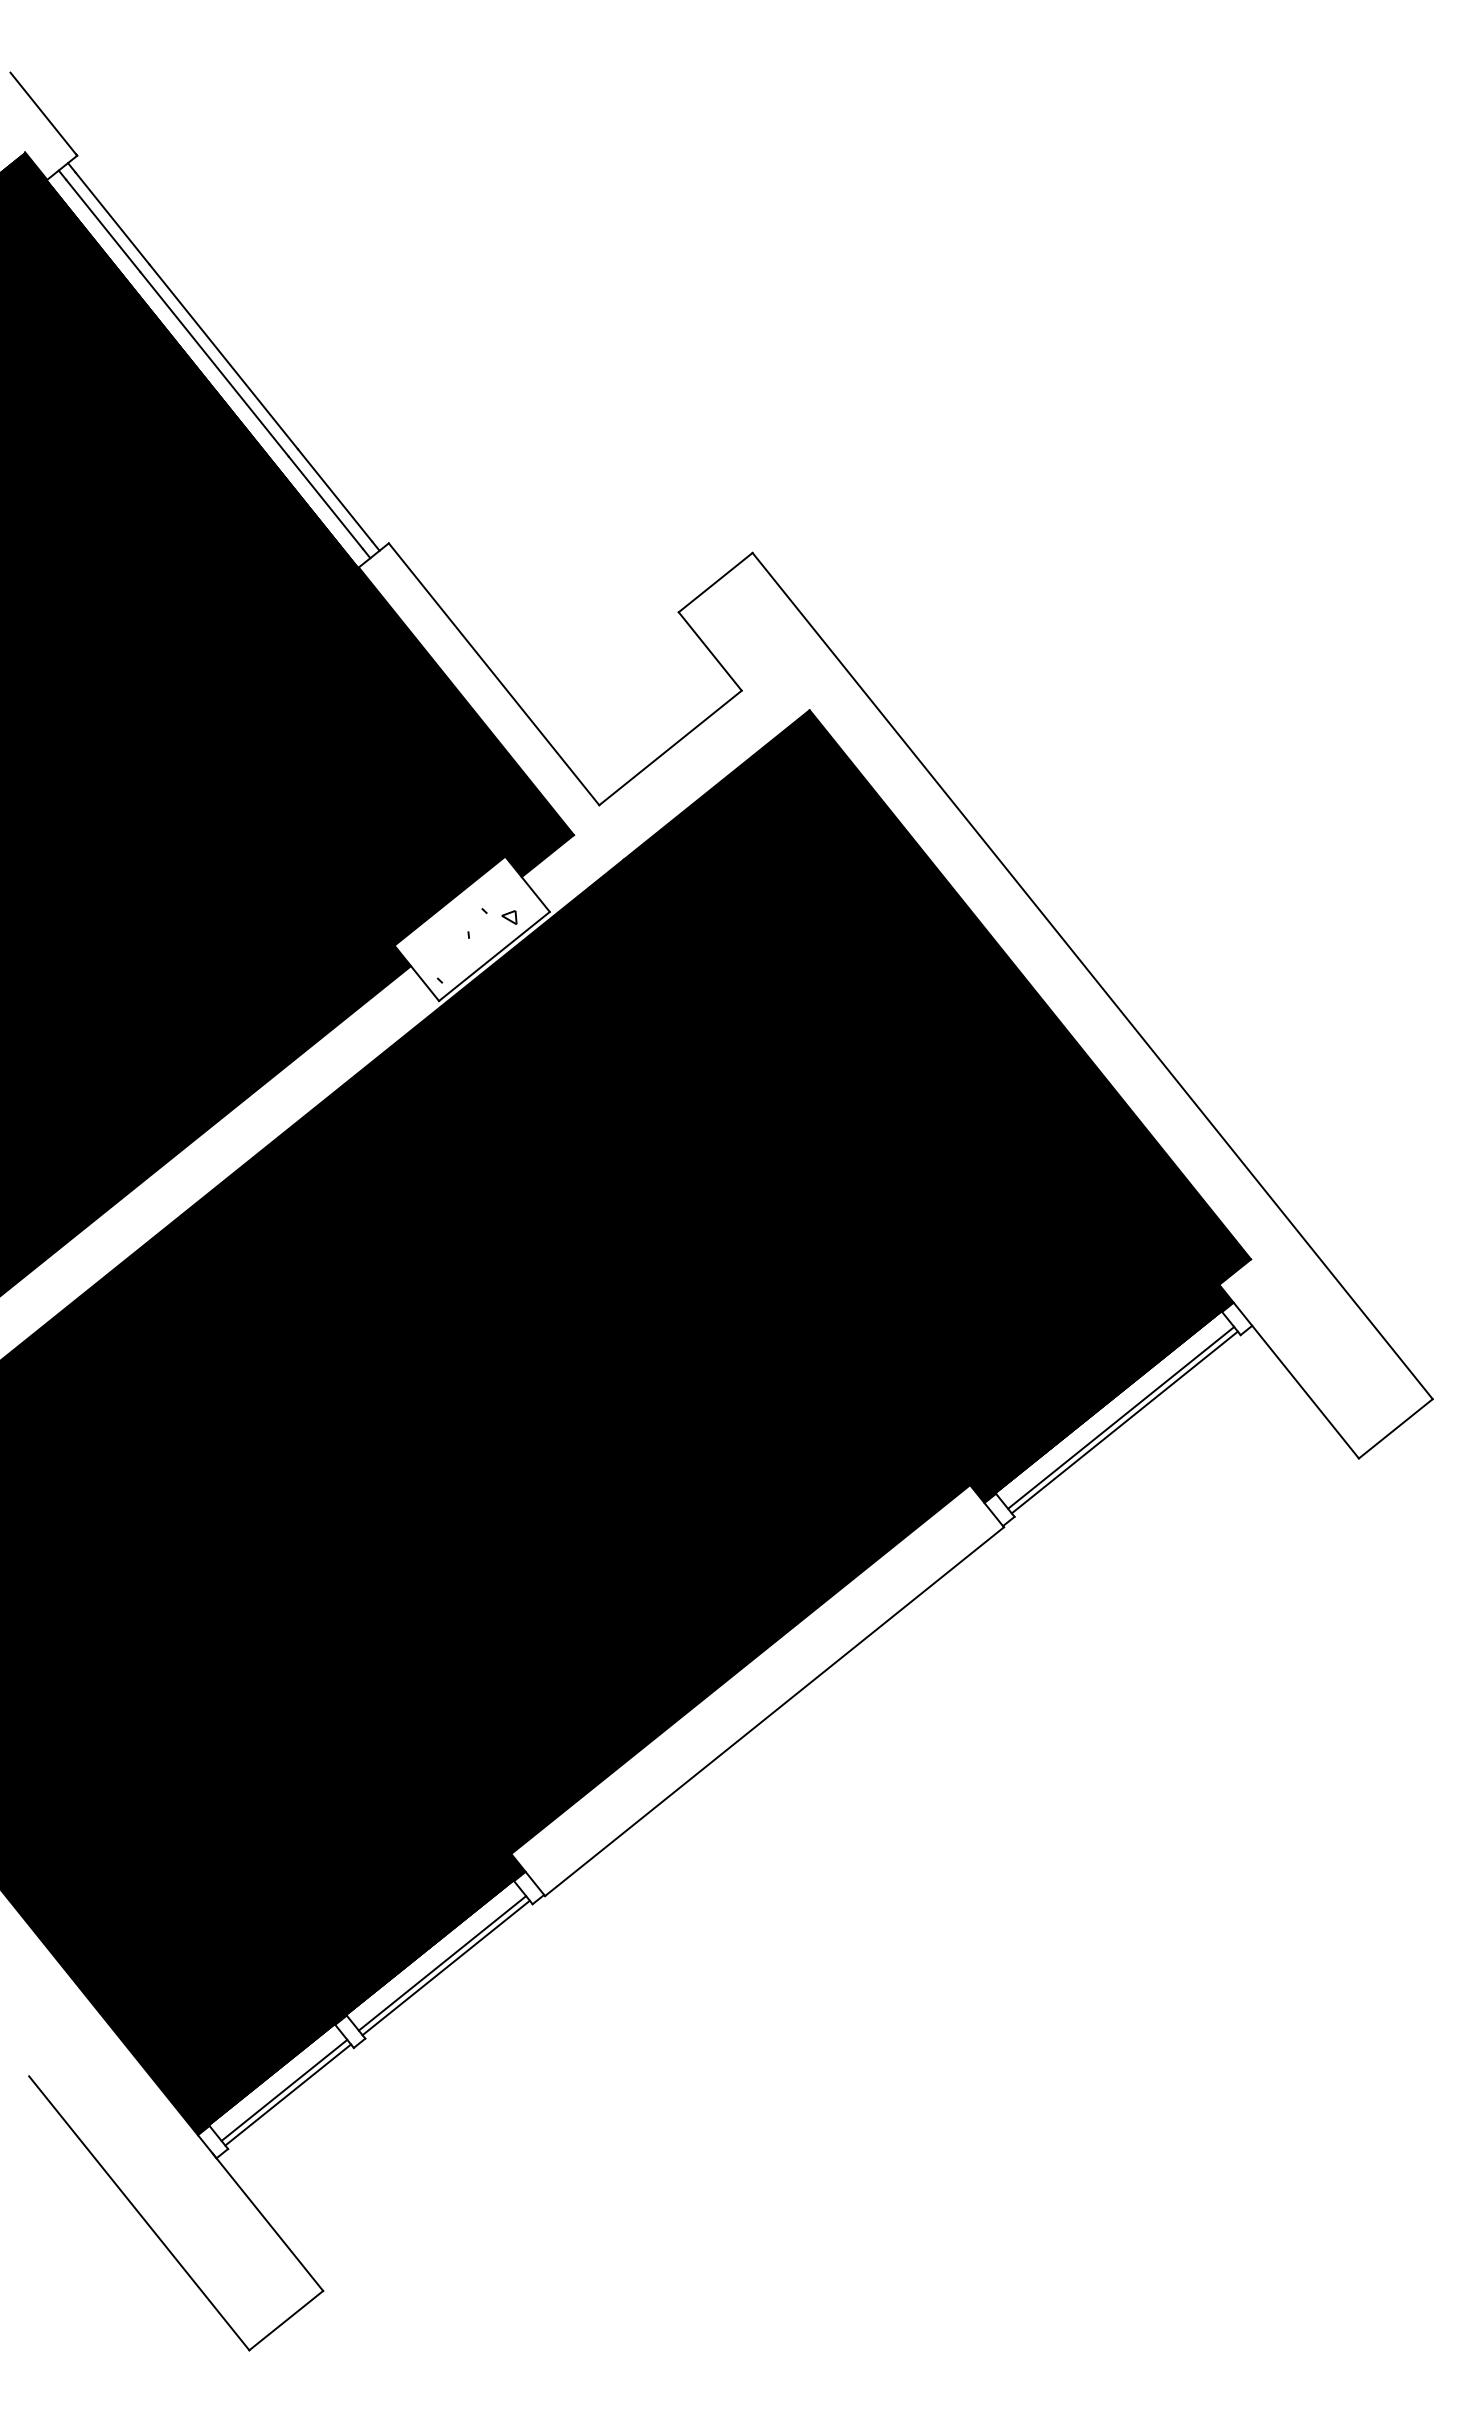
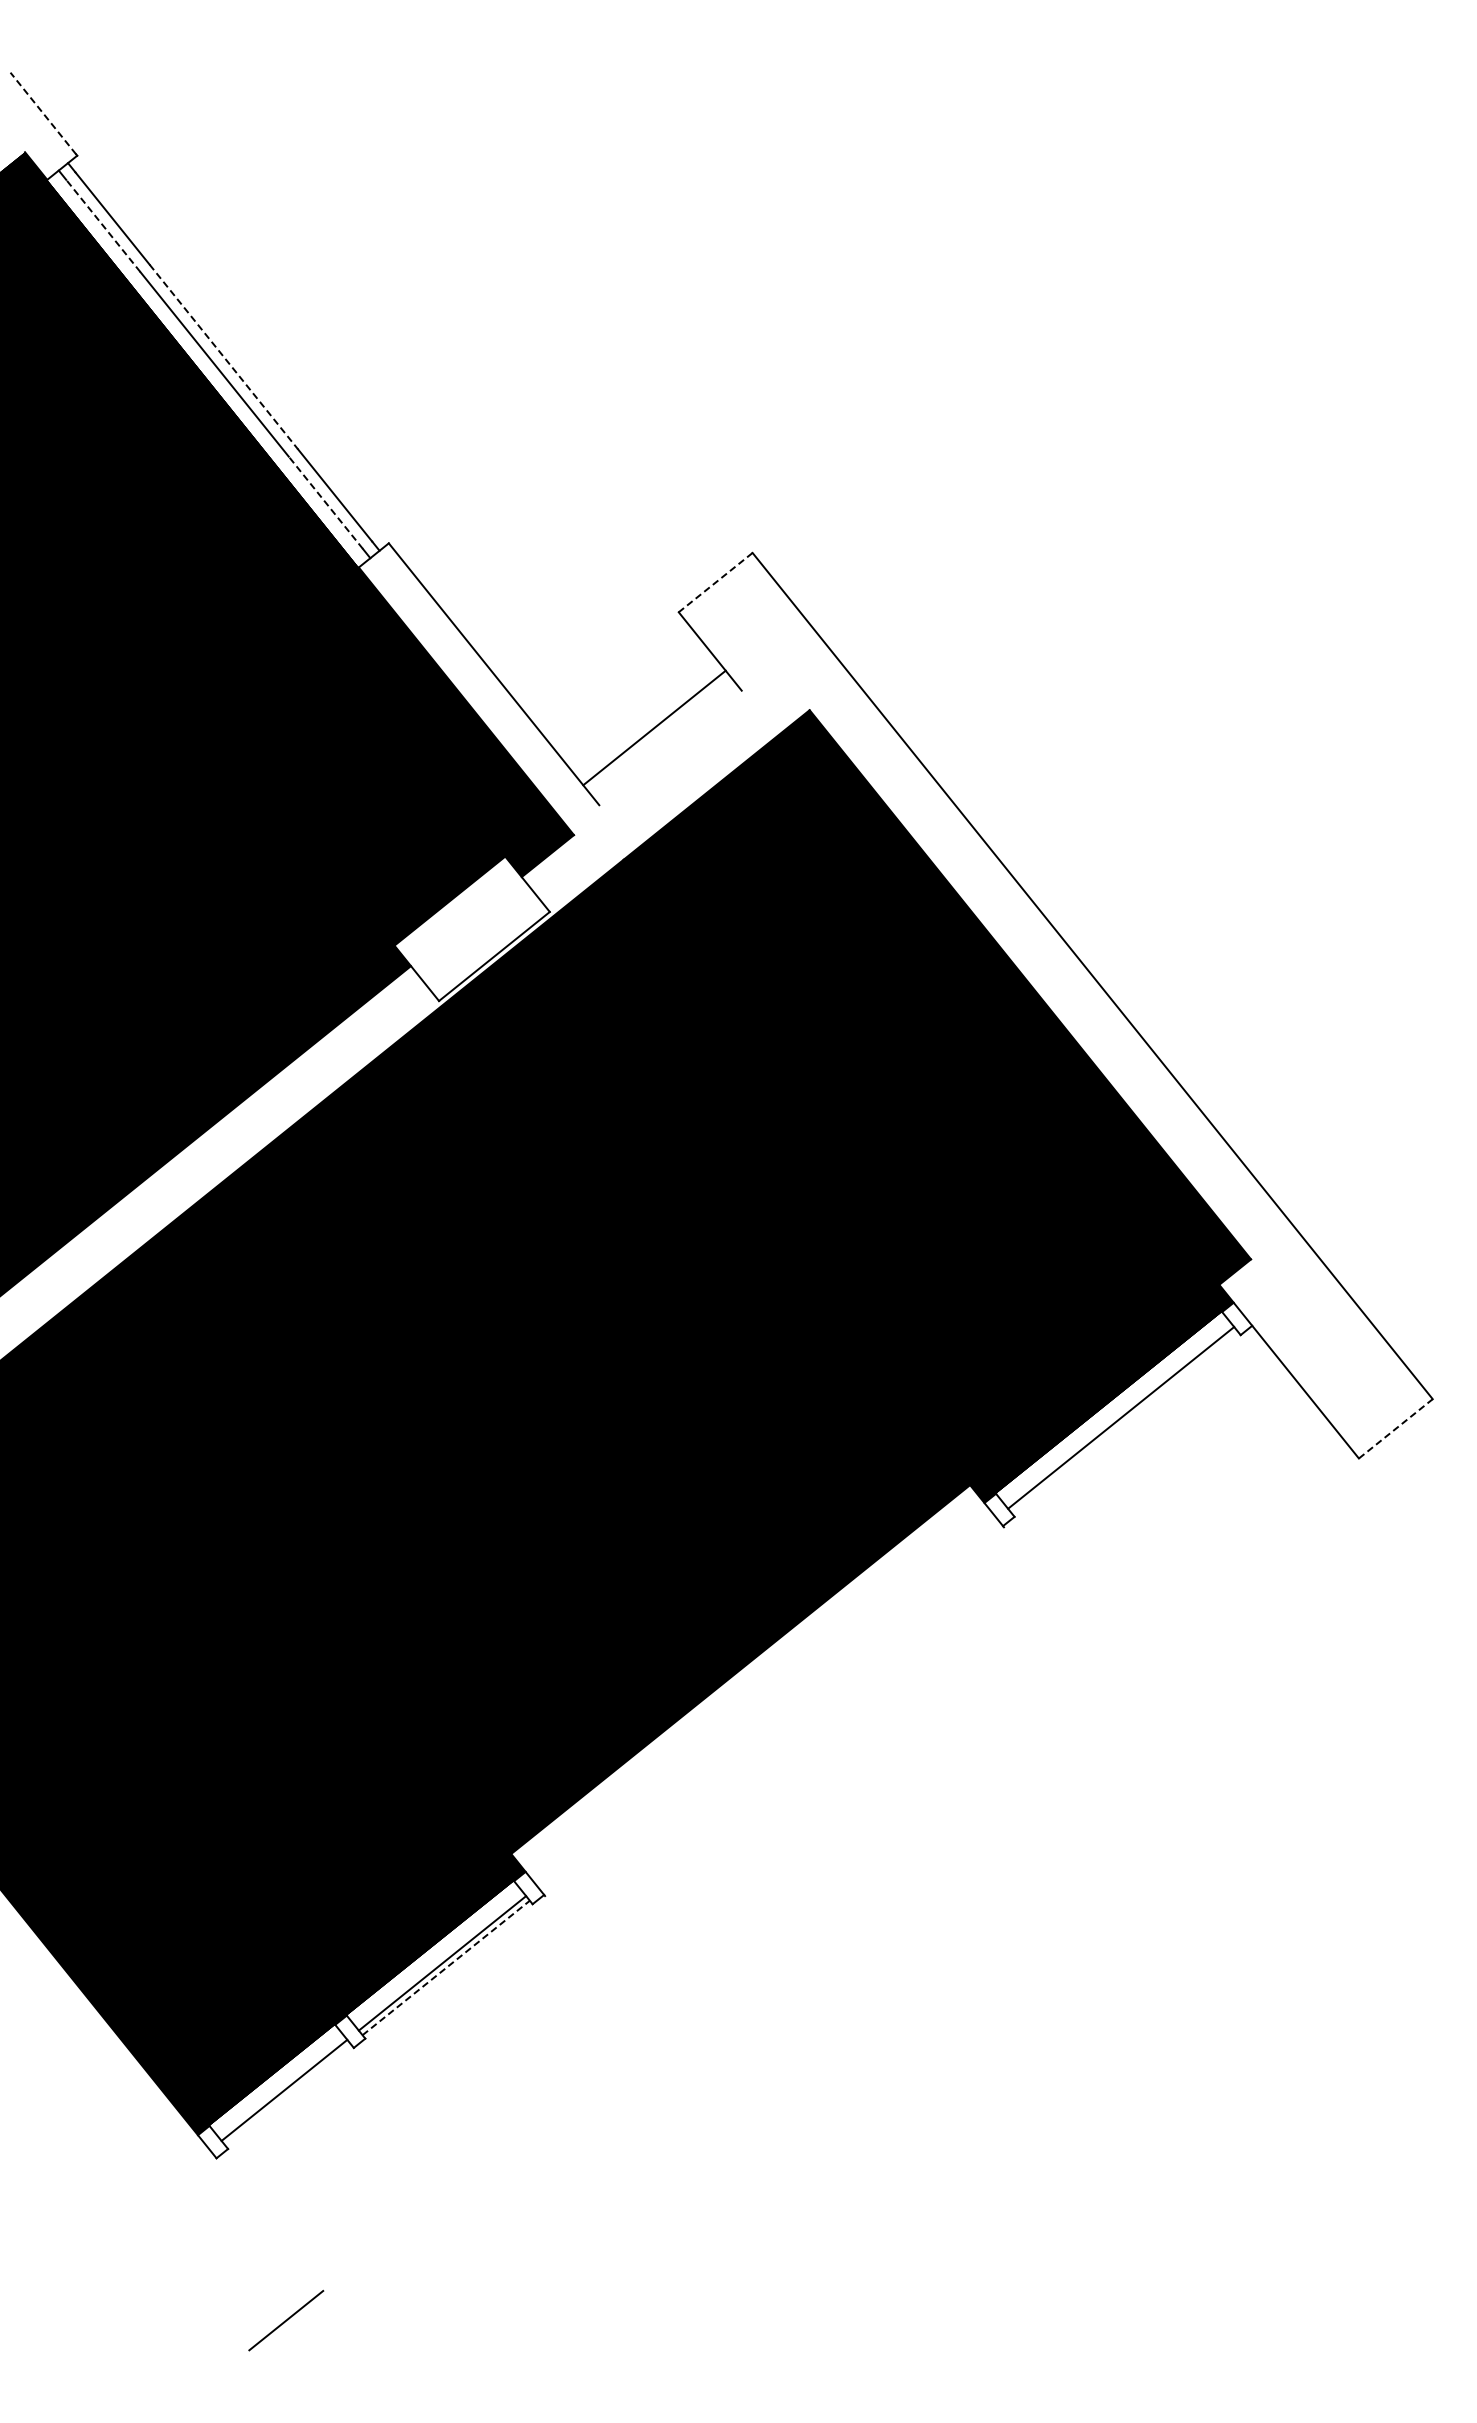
line at (43, 113): solid -> dashed
line at (103, 225): solid -> dashed
line at (224, 357): solid -> dashed
line at (325, 502): solid -> dashed
line at (715, 582): solid -> dashed
line at (670, 747) position: (670, 747) -> (654, 727)
hatch at (476, 945): present -> none
line at (1124, 1422): present -> none
line at (1396, 1428): solid -> dashed
line at (774, 1711): present -> none
line at (446, 1967): solid -> dashed
line at (288, 2094): present -> none
line at (139, 2213): present -> none
line at (267, 2221): present -> none
